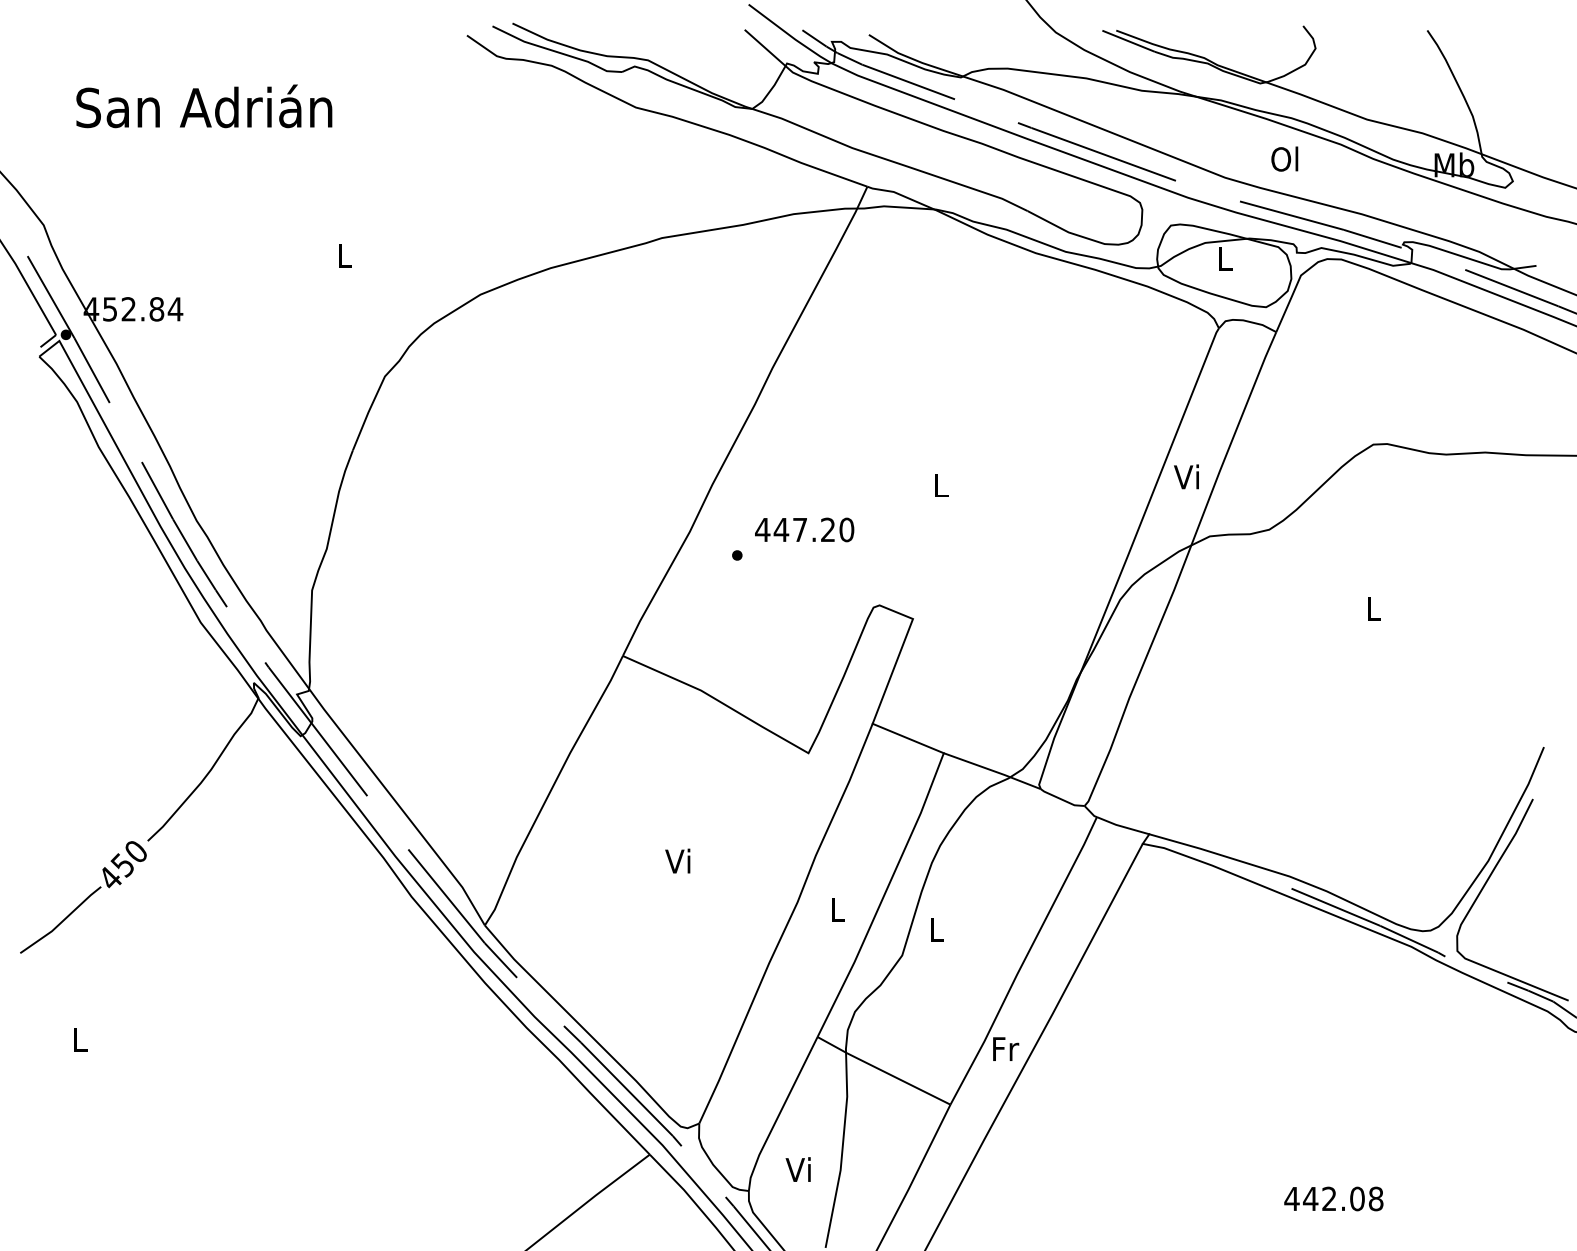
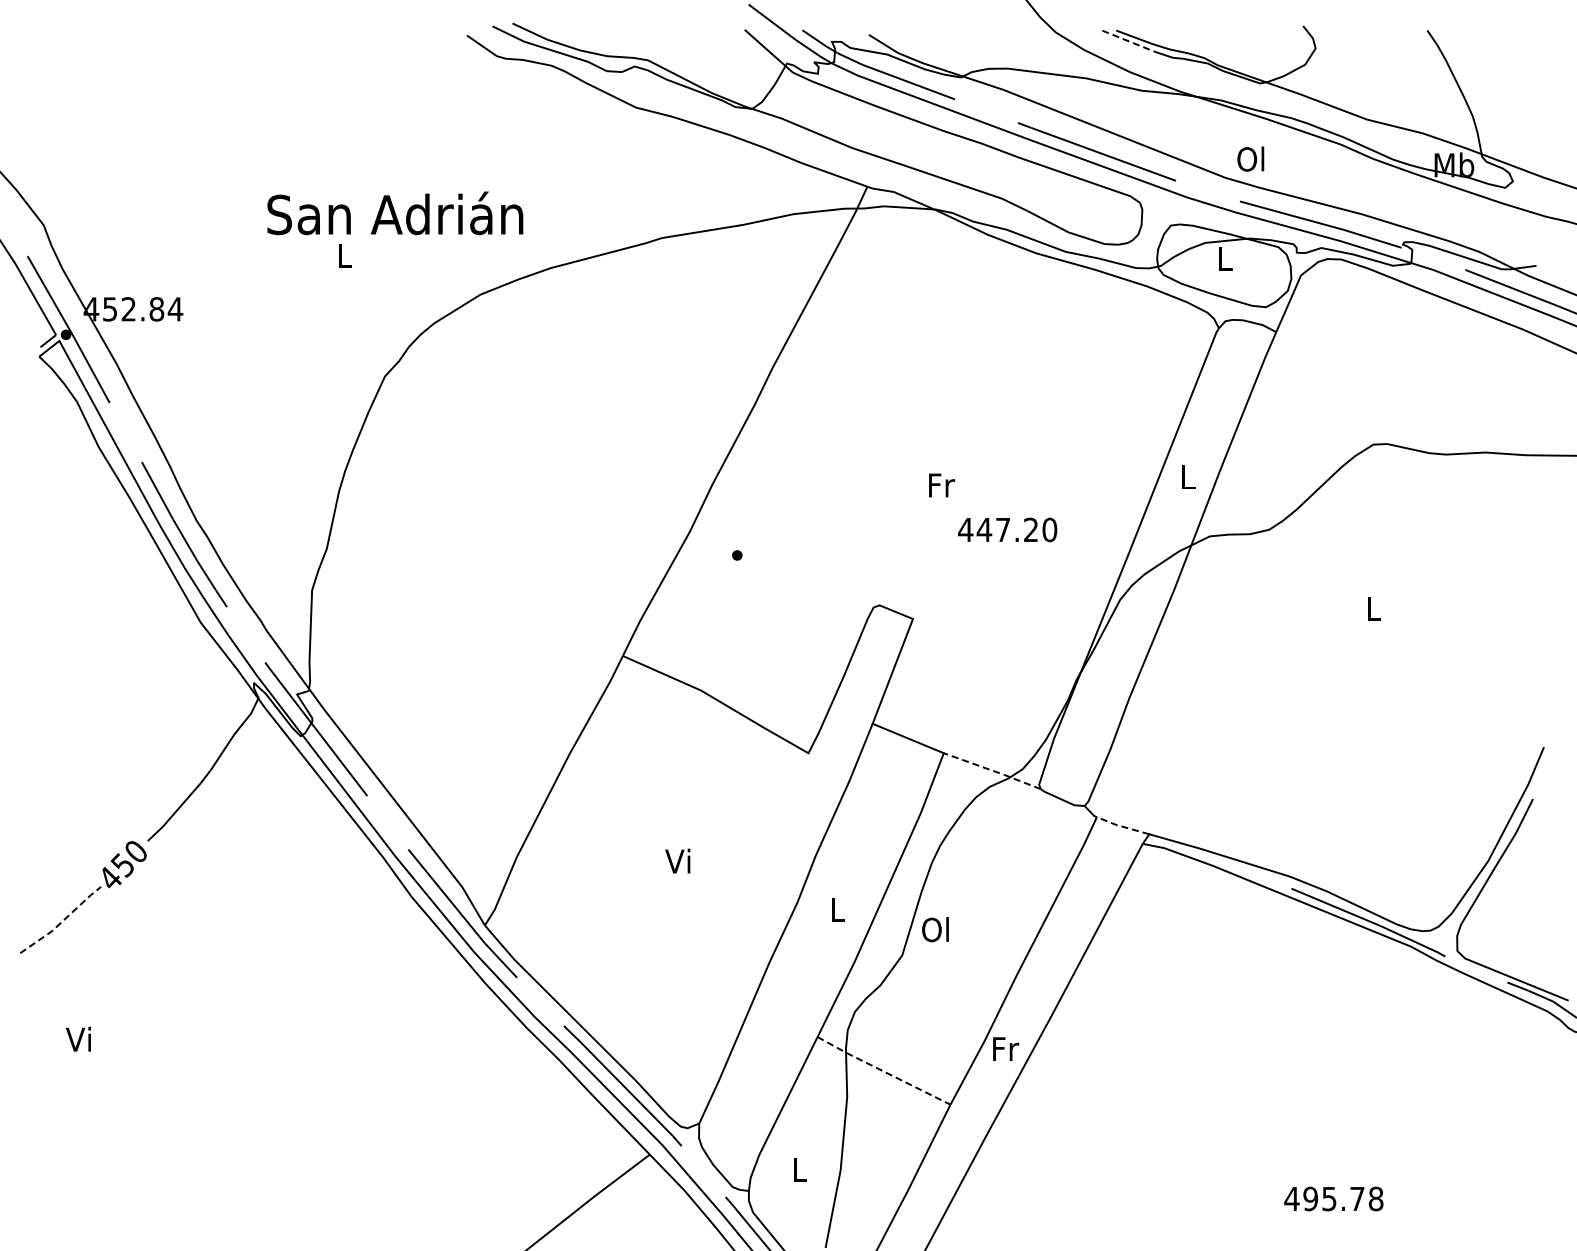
line at (1129, 41): solid -> dashed
text at (204, 106) position: (204, 106) -> (395, 213)
text at (1284, 158) position: (1284, 158) -> (1250, 158)
text at (1186, 476): Vi -> L
text at (942, 485): L -> Fr
text at (804, 529) position: (804, 529) -> (1007, 529)
line at (992, 770): solid -> dashed
line at (1121, 826): solid -> dashed
line at (62, 921): solid -> dashed
text at (935, 929): L -> Ol
text at (78, 1038): L -> Vi
line at (883, 1071): solid -> dashed
text at (797, 1169): Vi -> L
text at (1333, 1198): 442.08 -> 495.78
